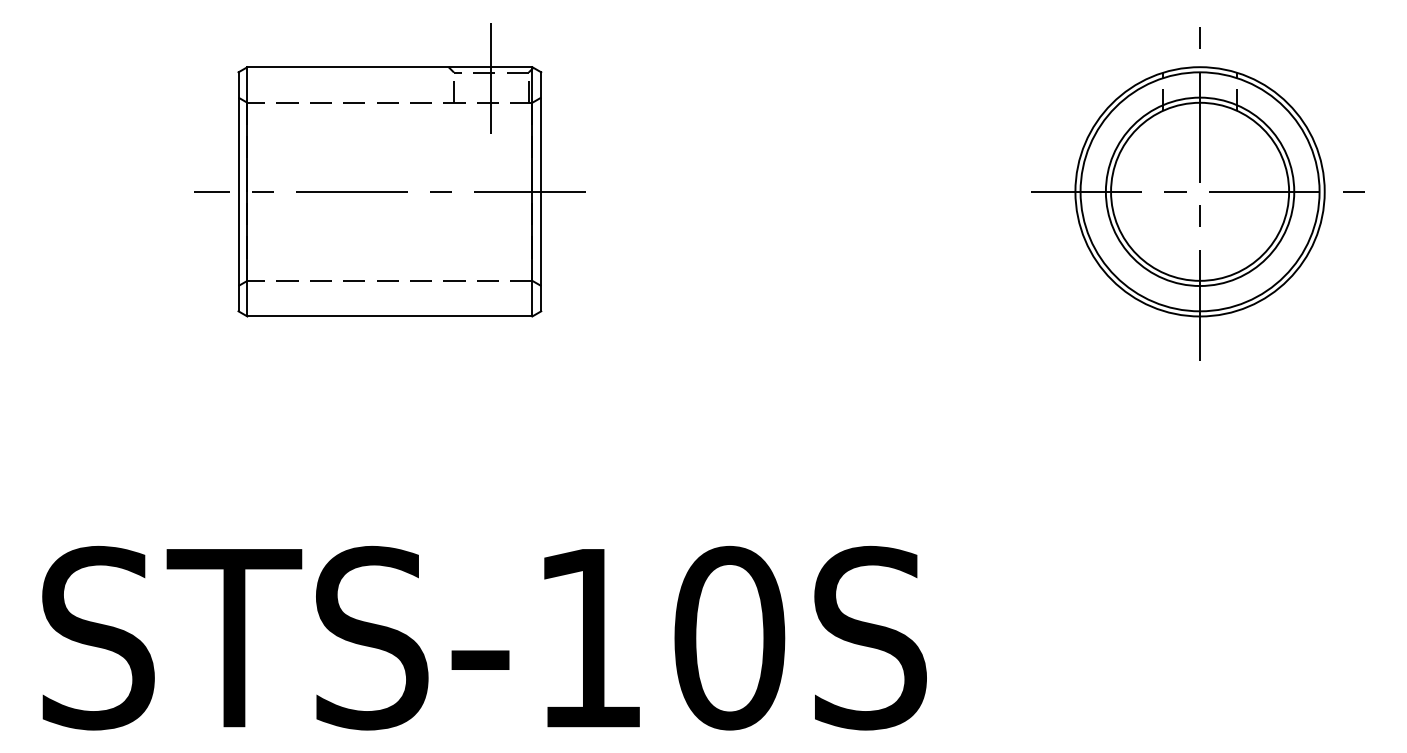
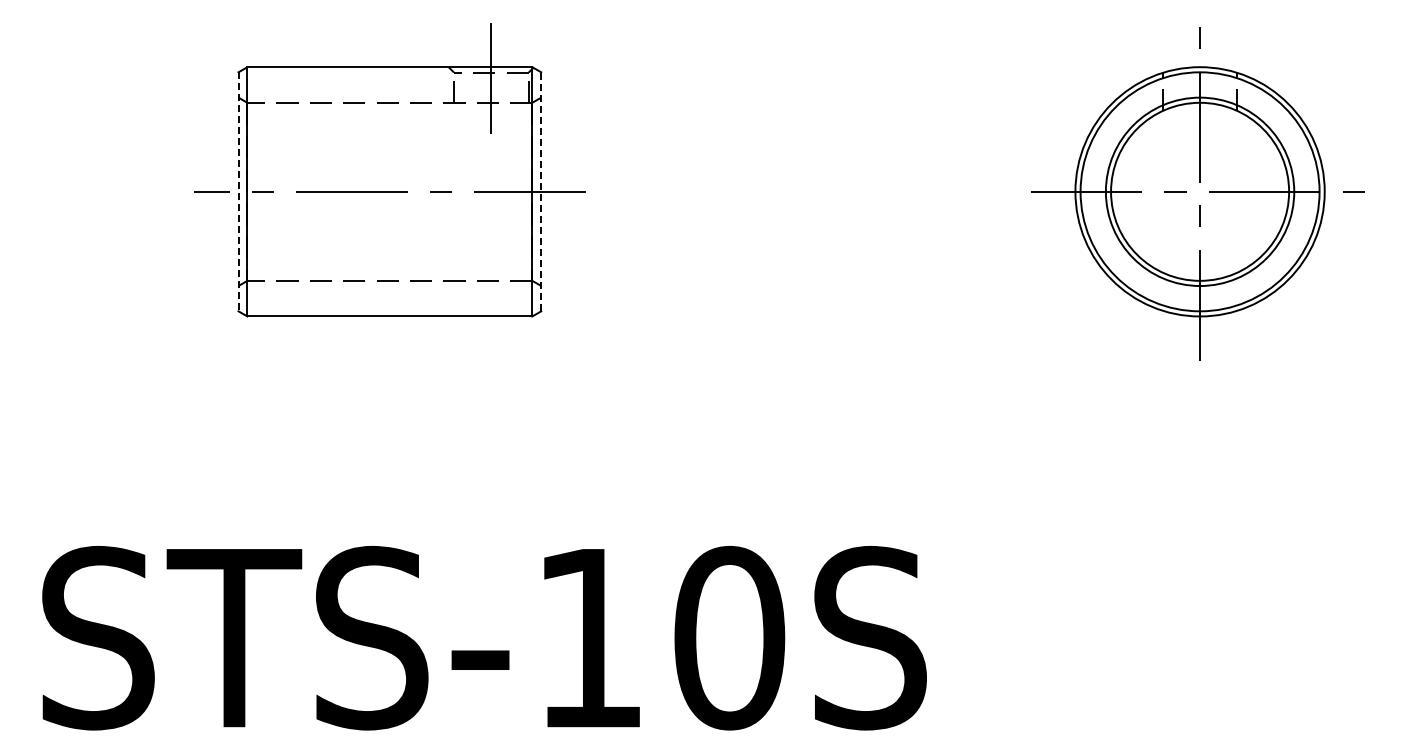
line at (238, 191): solid -> dashed
line at (541, 191): solid -> dashed
